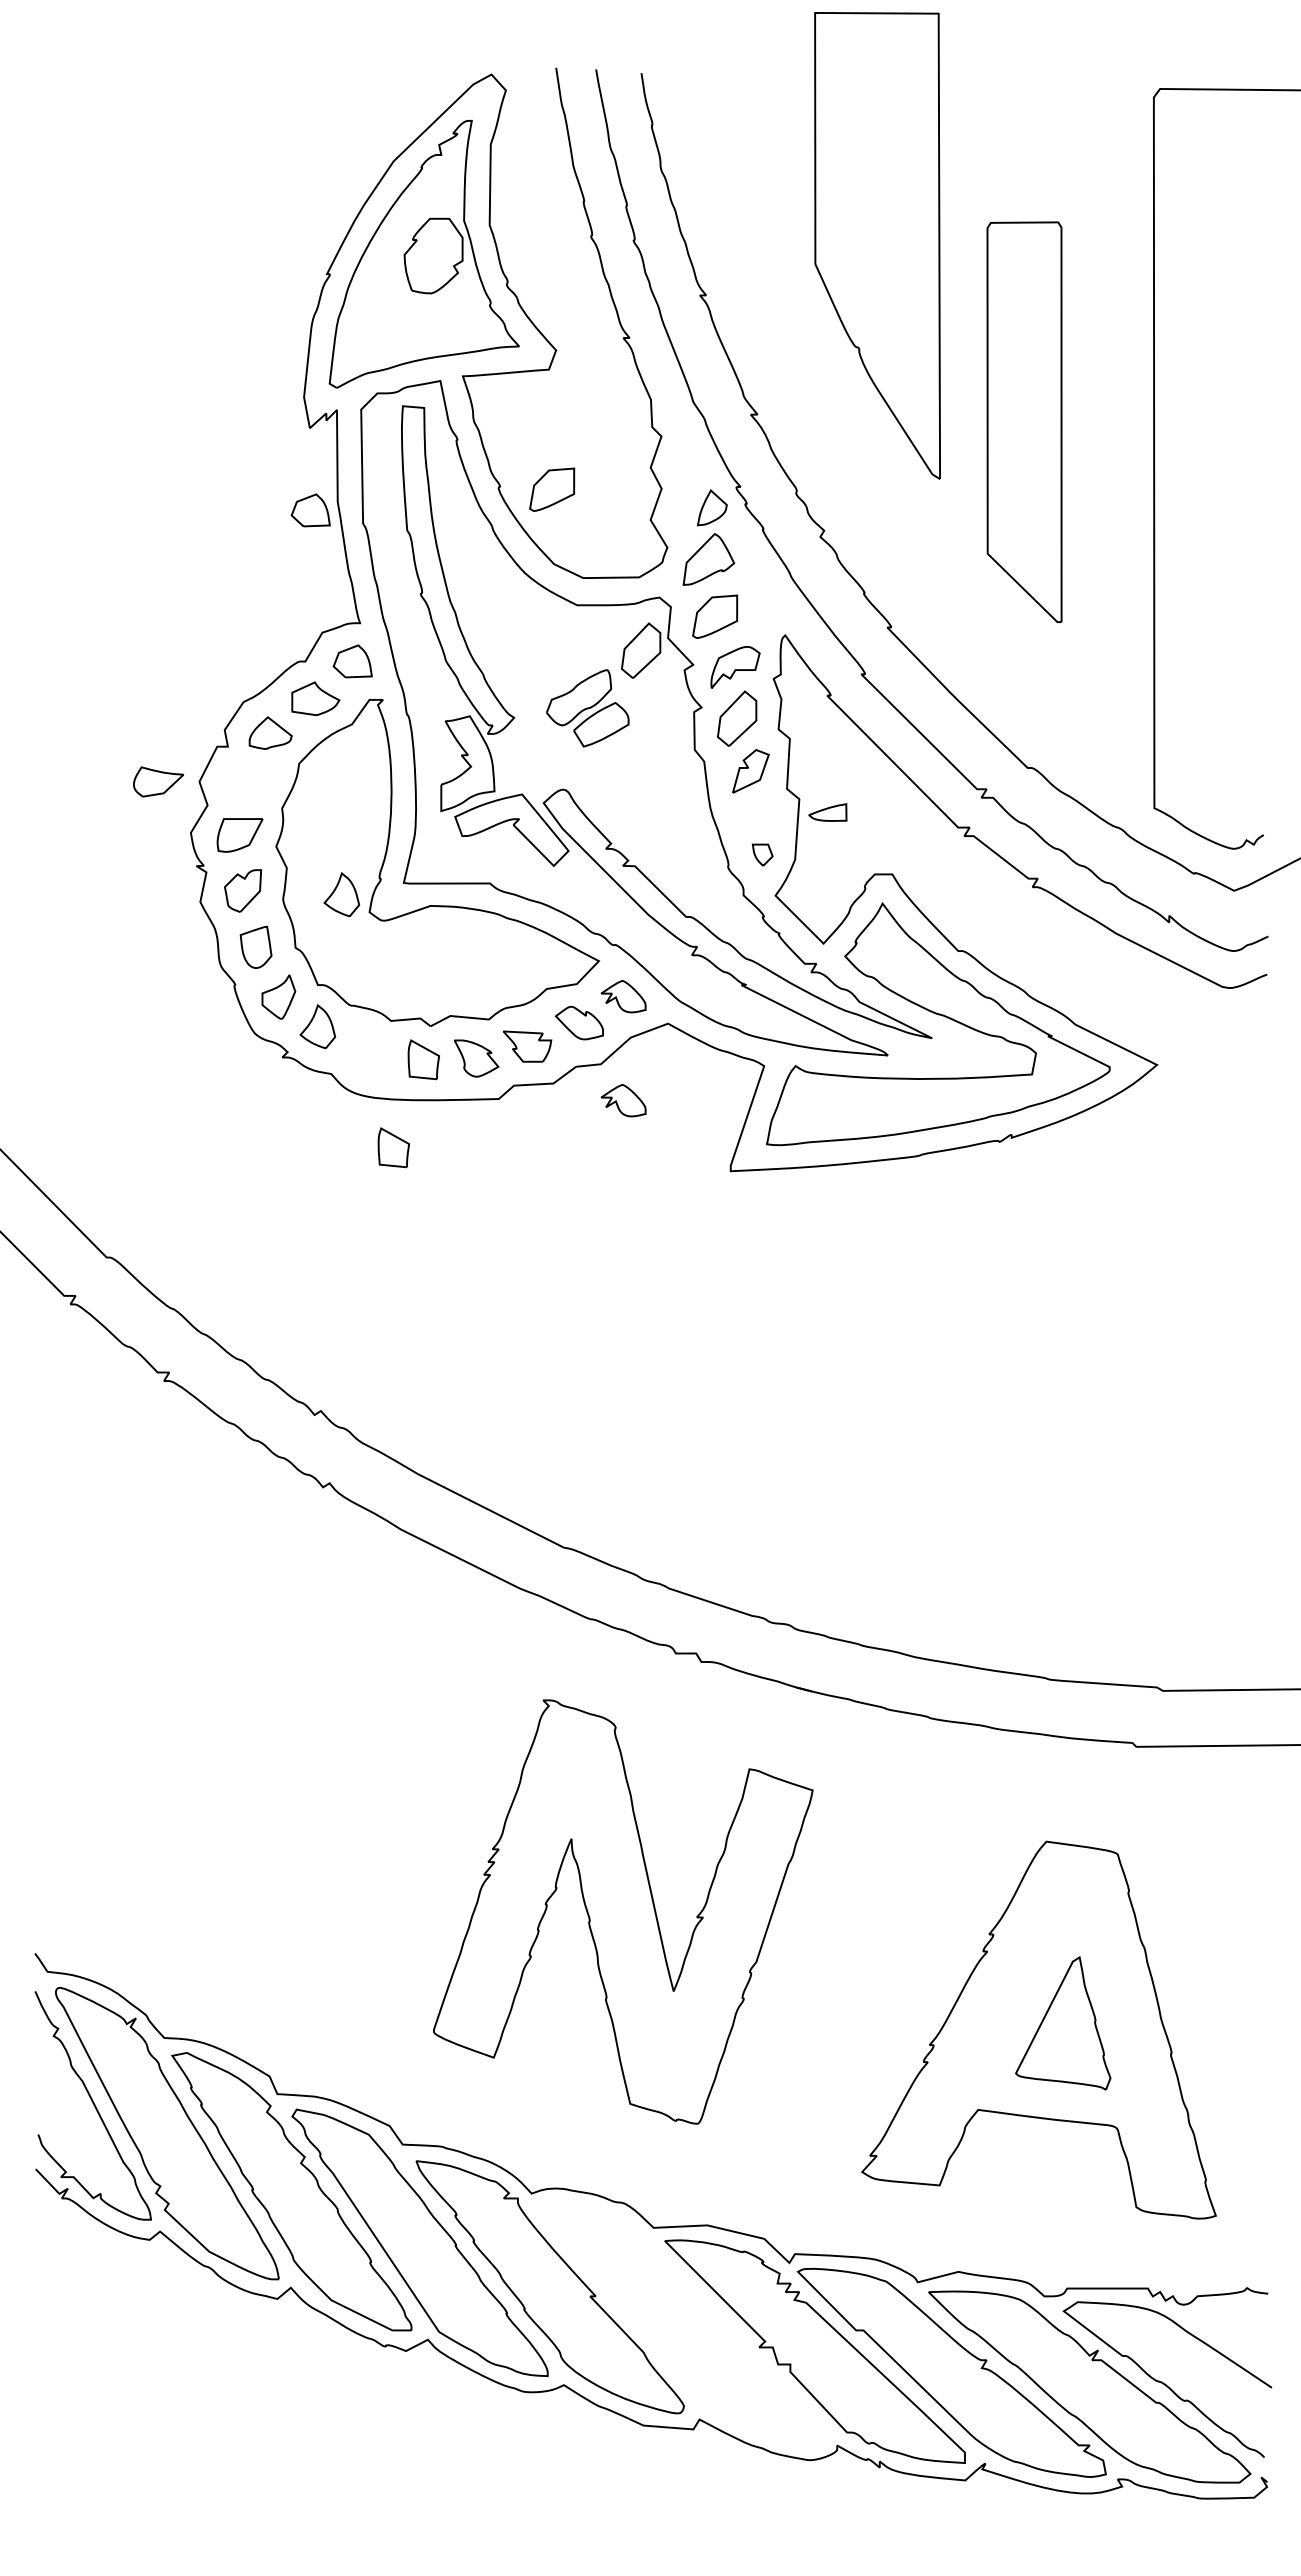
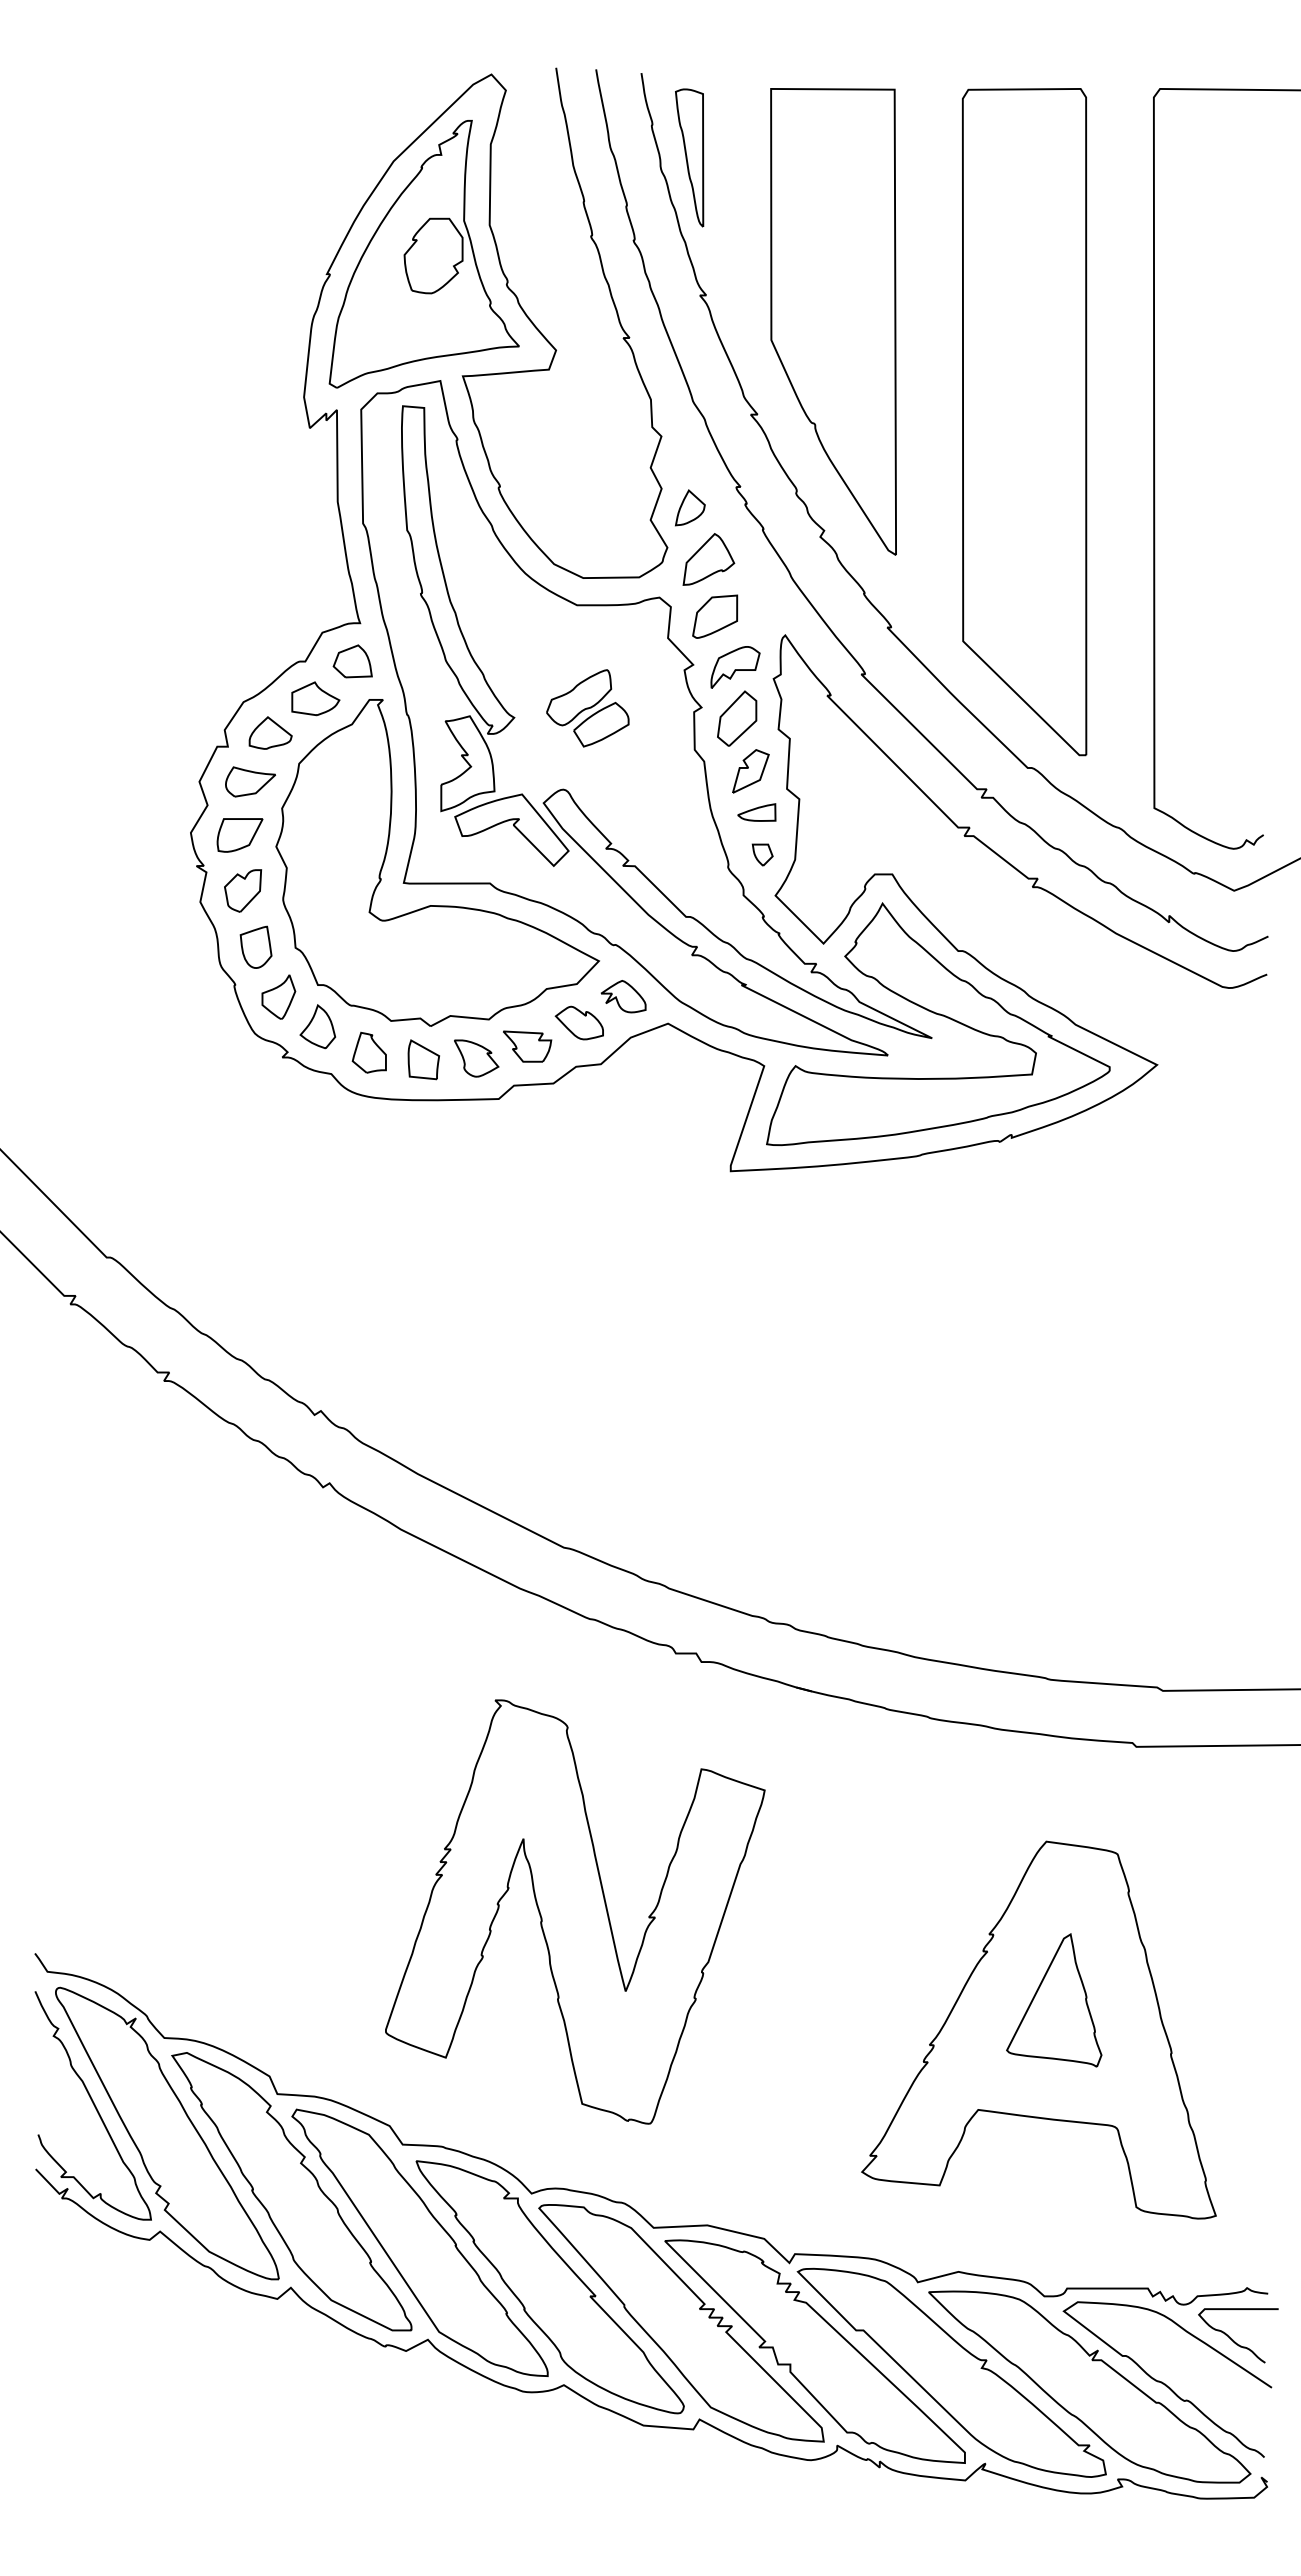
part at (689, 157): none -> present
part at (877, 245) position: (877, 245) -> (833, 321)
part at (1024, 421) size: 77x402 px -> 127x669 px
part at (552, 489): present -> none
part at (712, 507) position: (712, 507) -> (690, 507)
part at (310, 510): present -> none
part at (641, 650): present -> none
part at (158, 781) position: (158, 781) -> (250, 781)
part at (827, 812) position: (827, 812) -> (756, 812)
part at (341, 894): present -> none
part at (368, 1052): none -> present
part at (623, 1100): present -> none
part at (393, 1147): present -> none
part at (623, 1911) position: (623, 1911) -> (575, 1911)
part at (1063, 2023) position: (1063, 2023) -> (1054, 2000)
part at (681, 2323): none -> present
curve at (1233, 2339): none -> present
